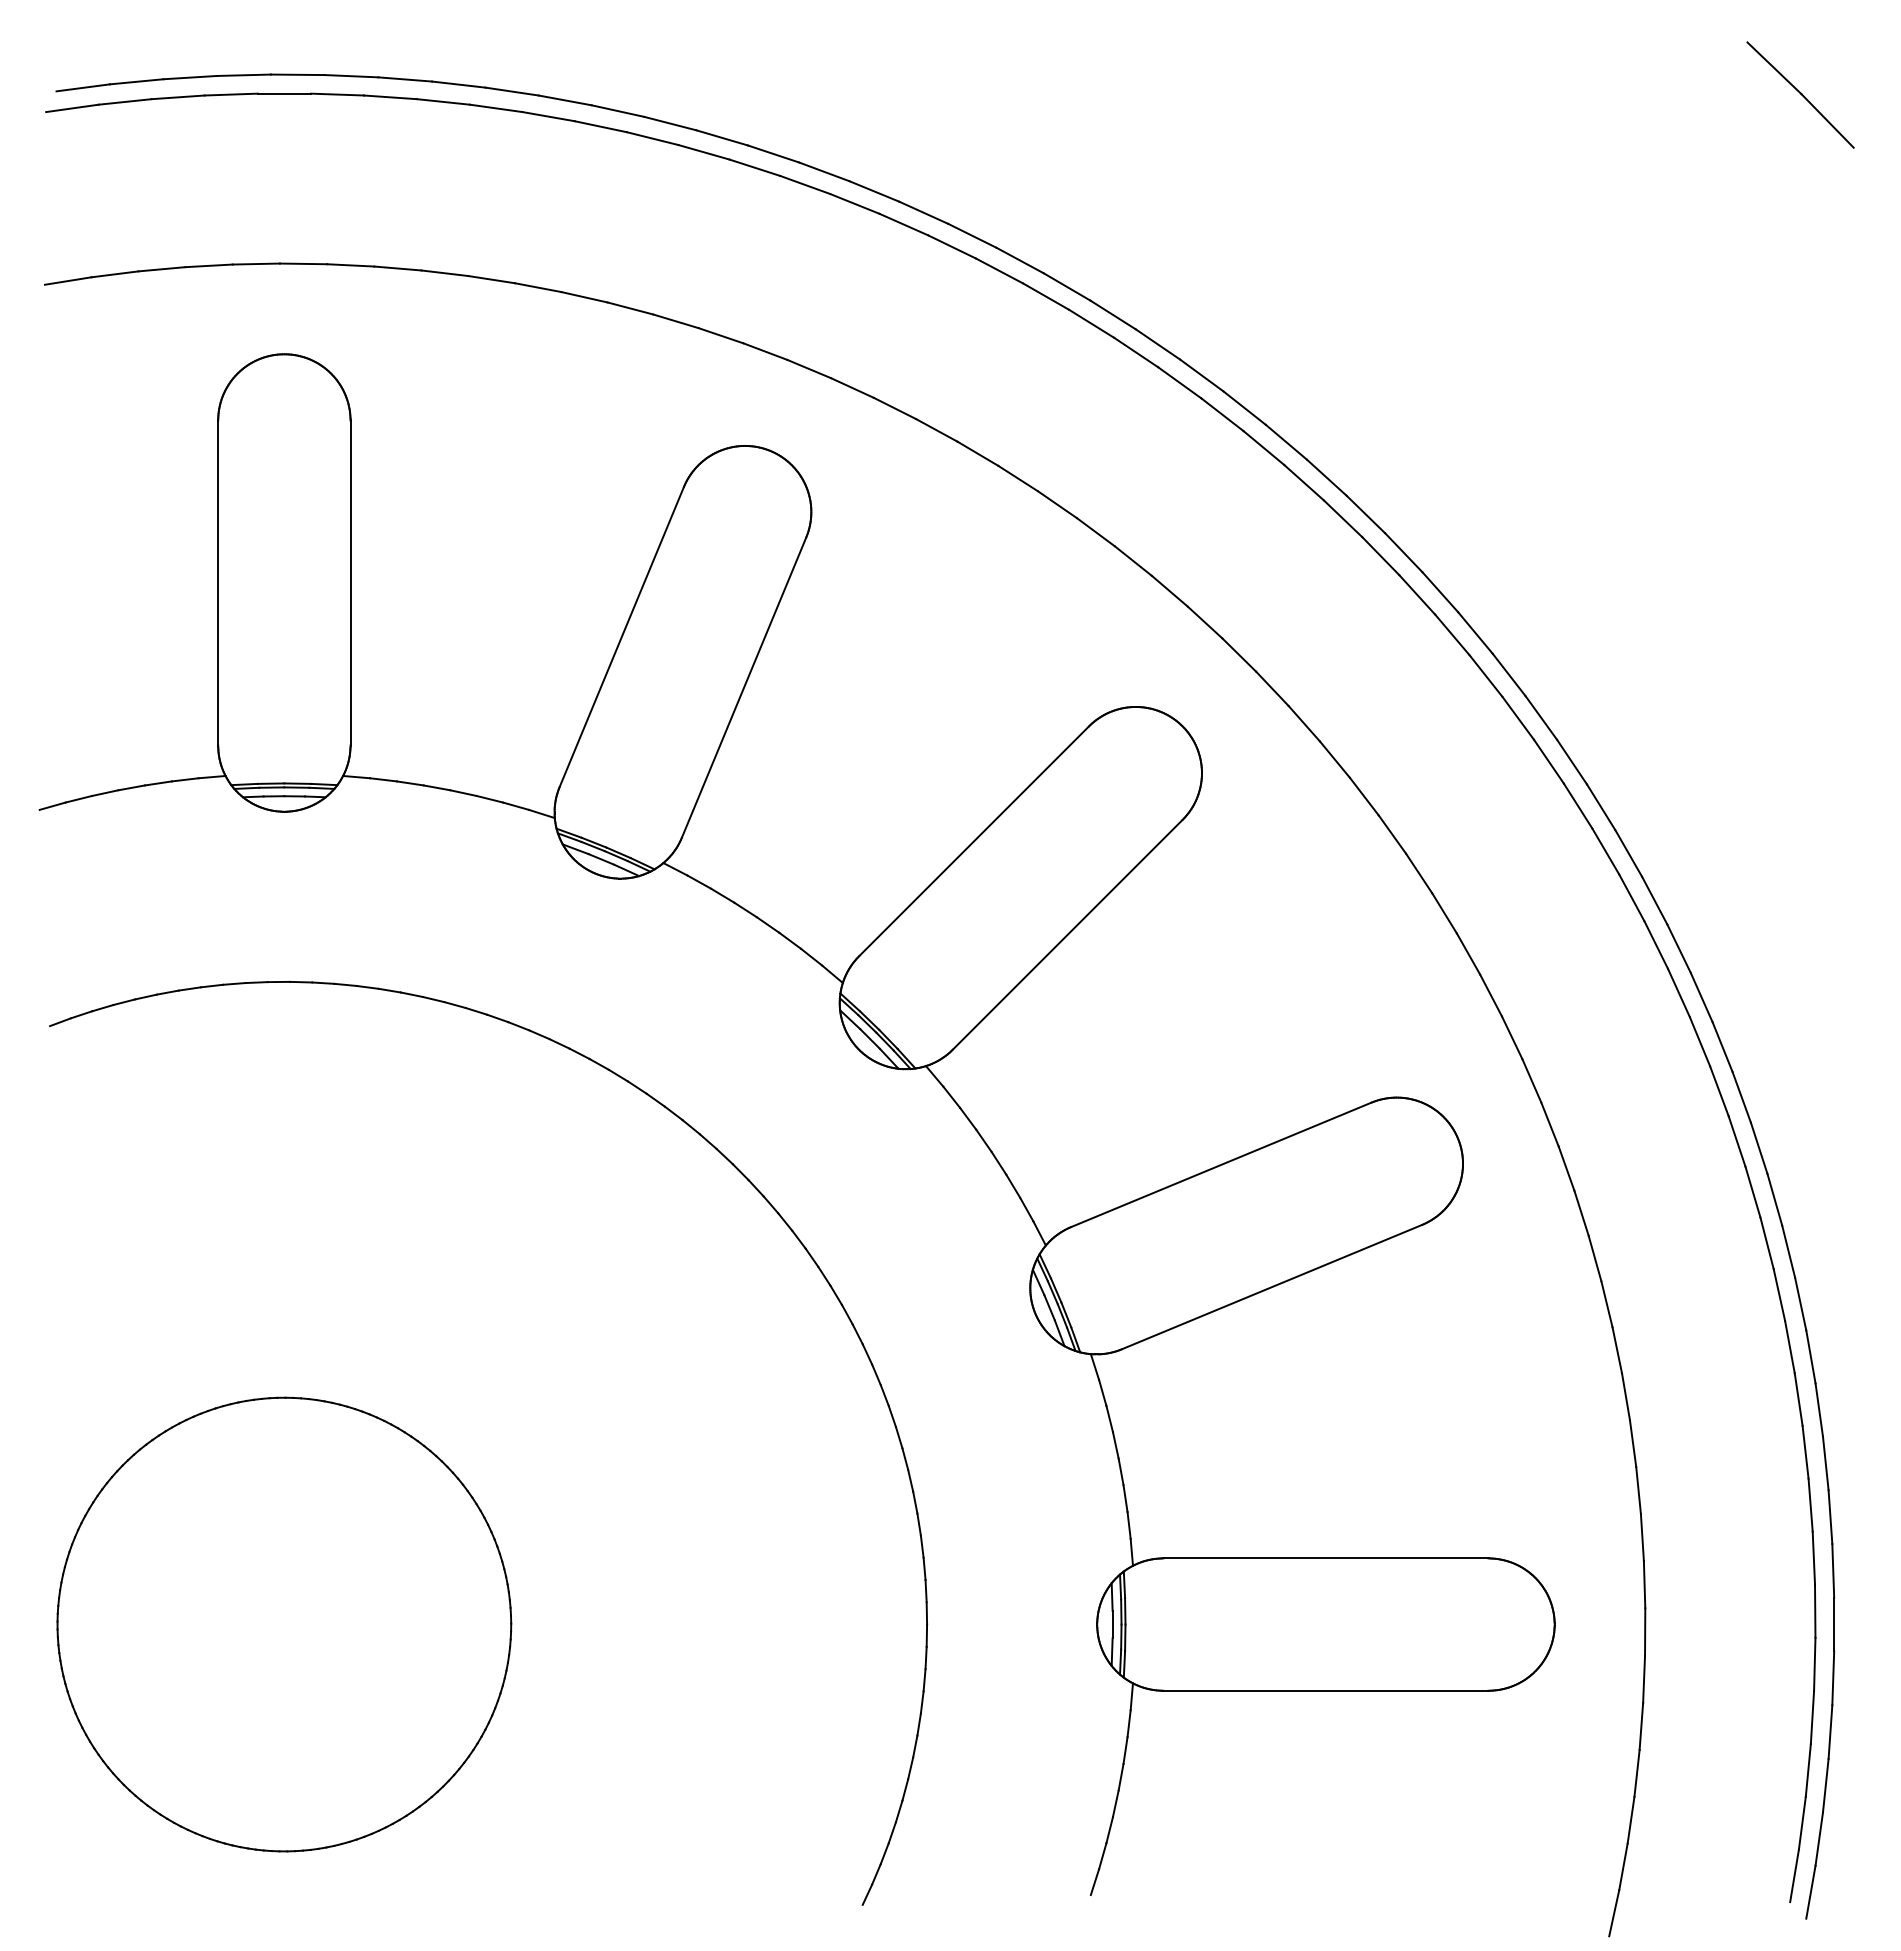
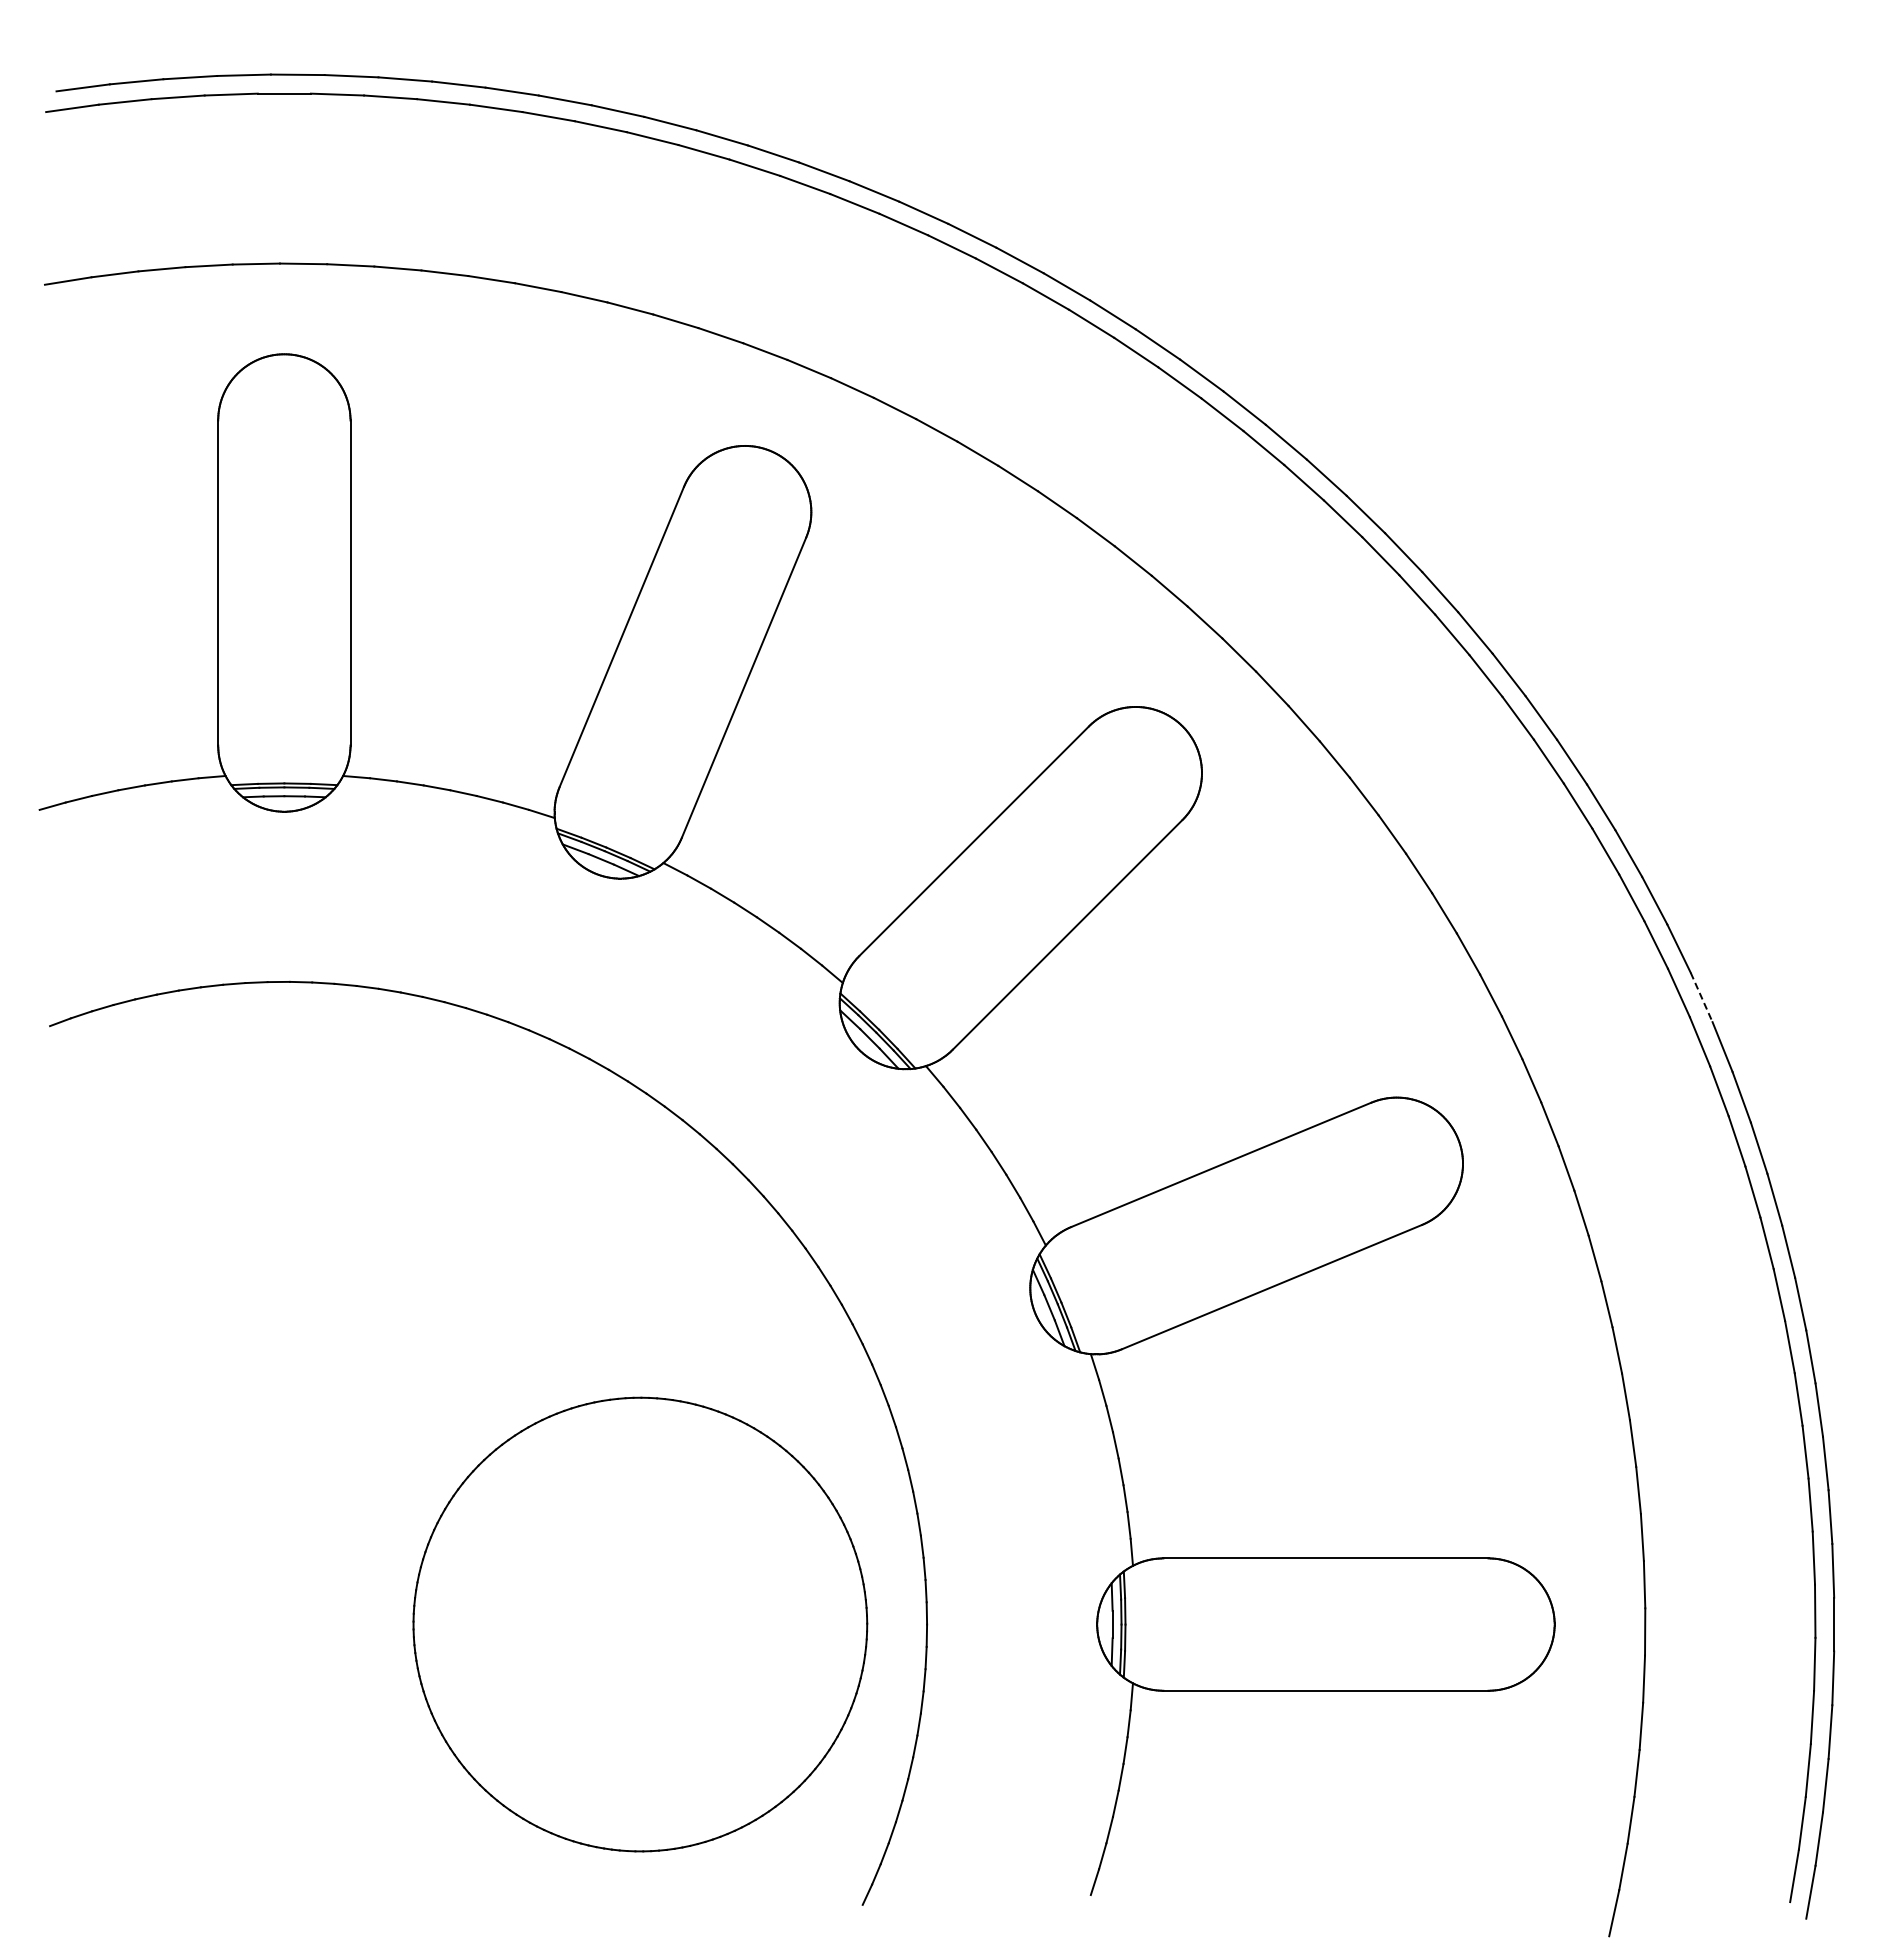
line at (1800, 94): present -> none
line at (1701, 997): solid -> dashed
part at (284, 1624) position: (284, 1624) -> (640, 1624)
